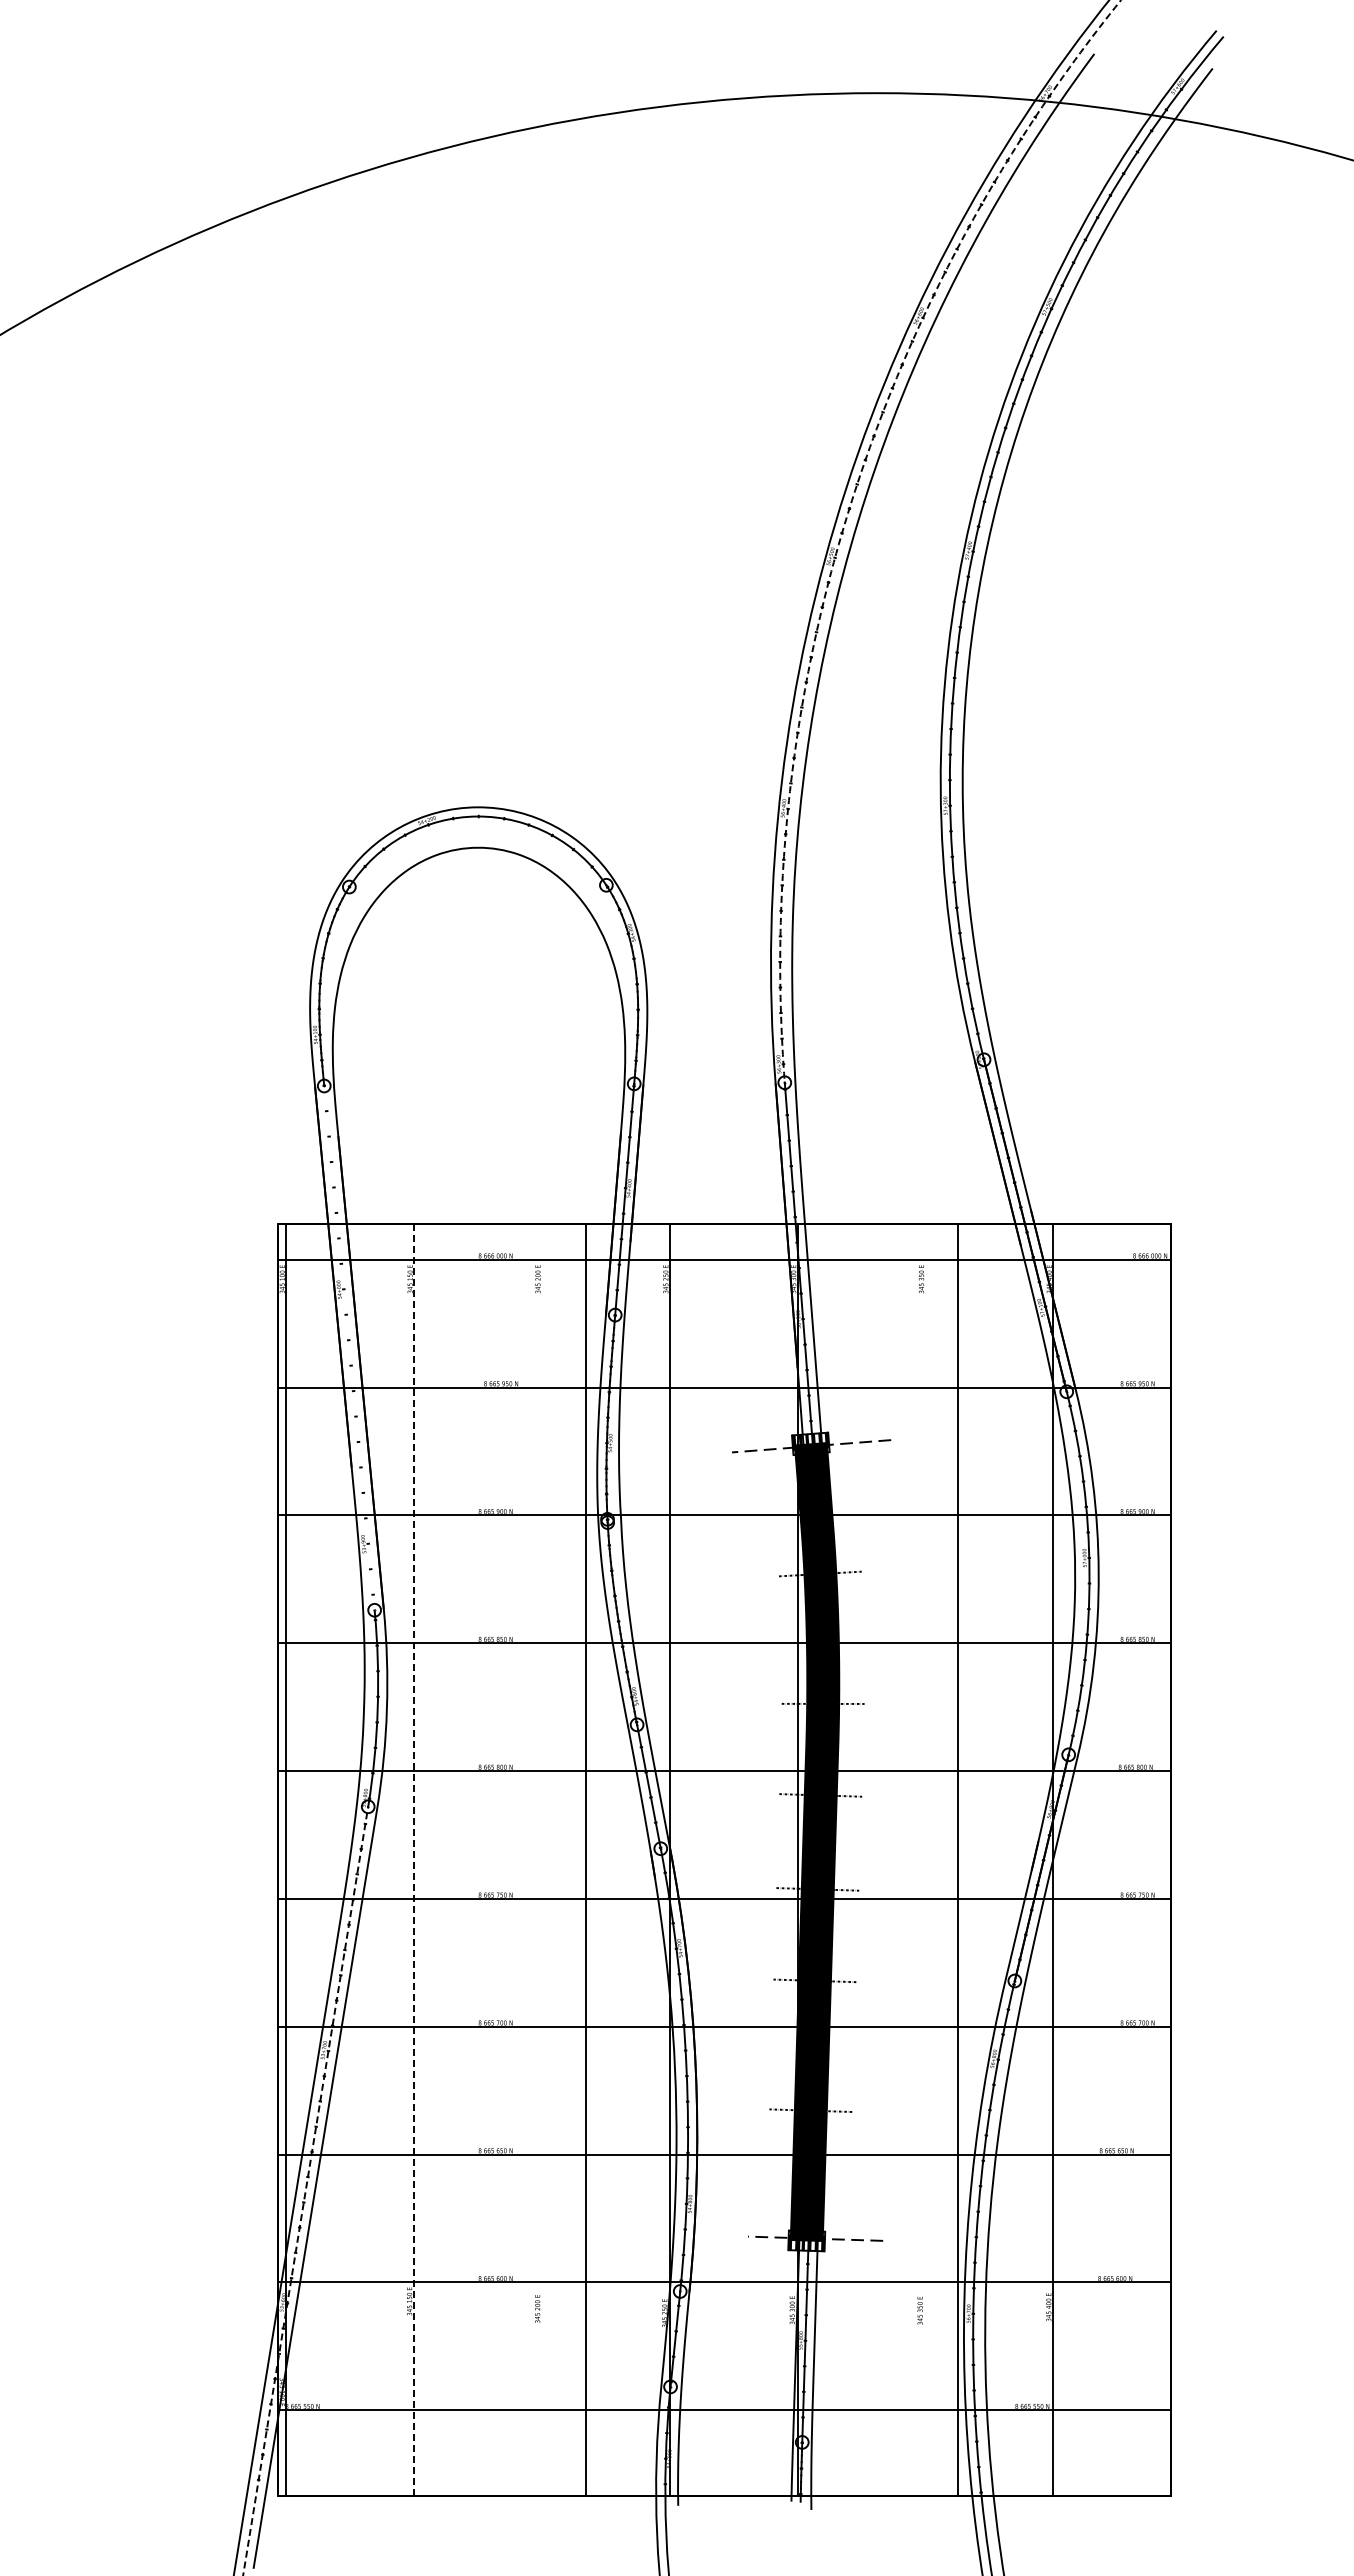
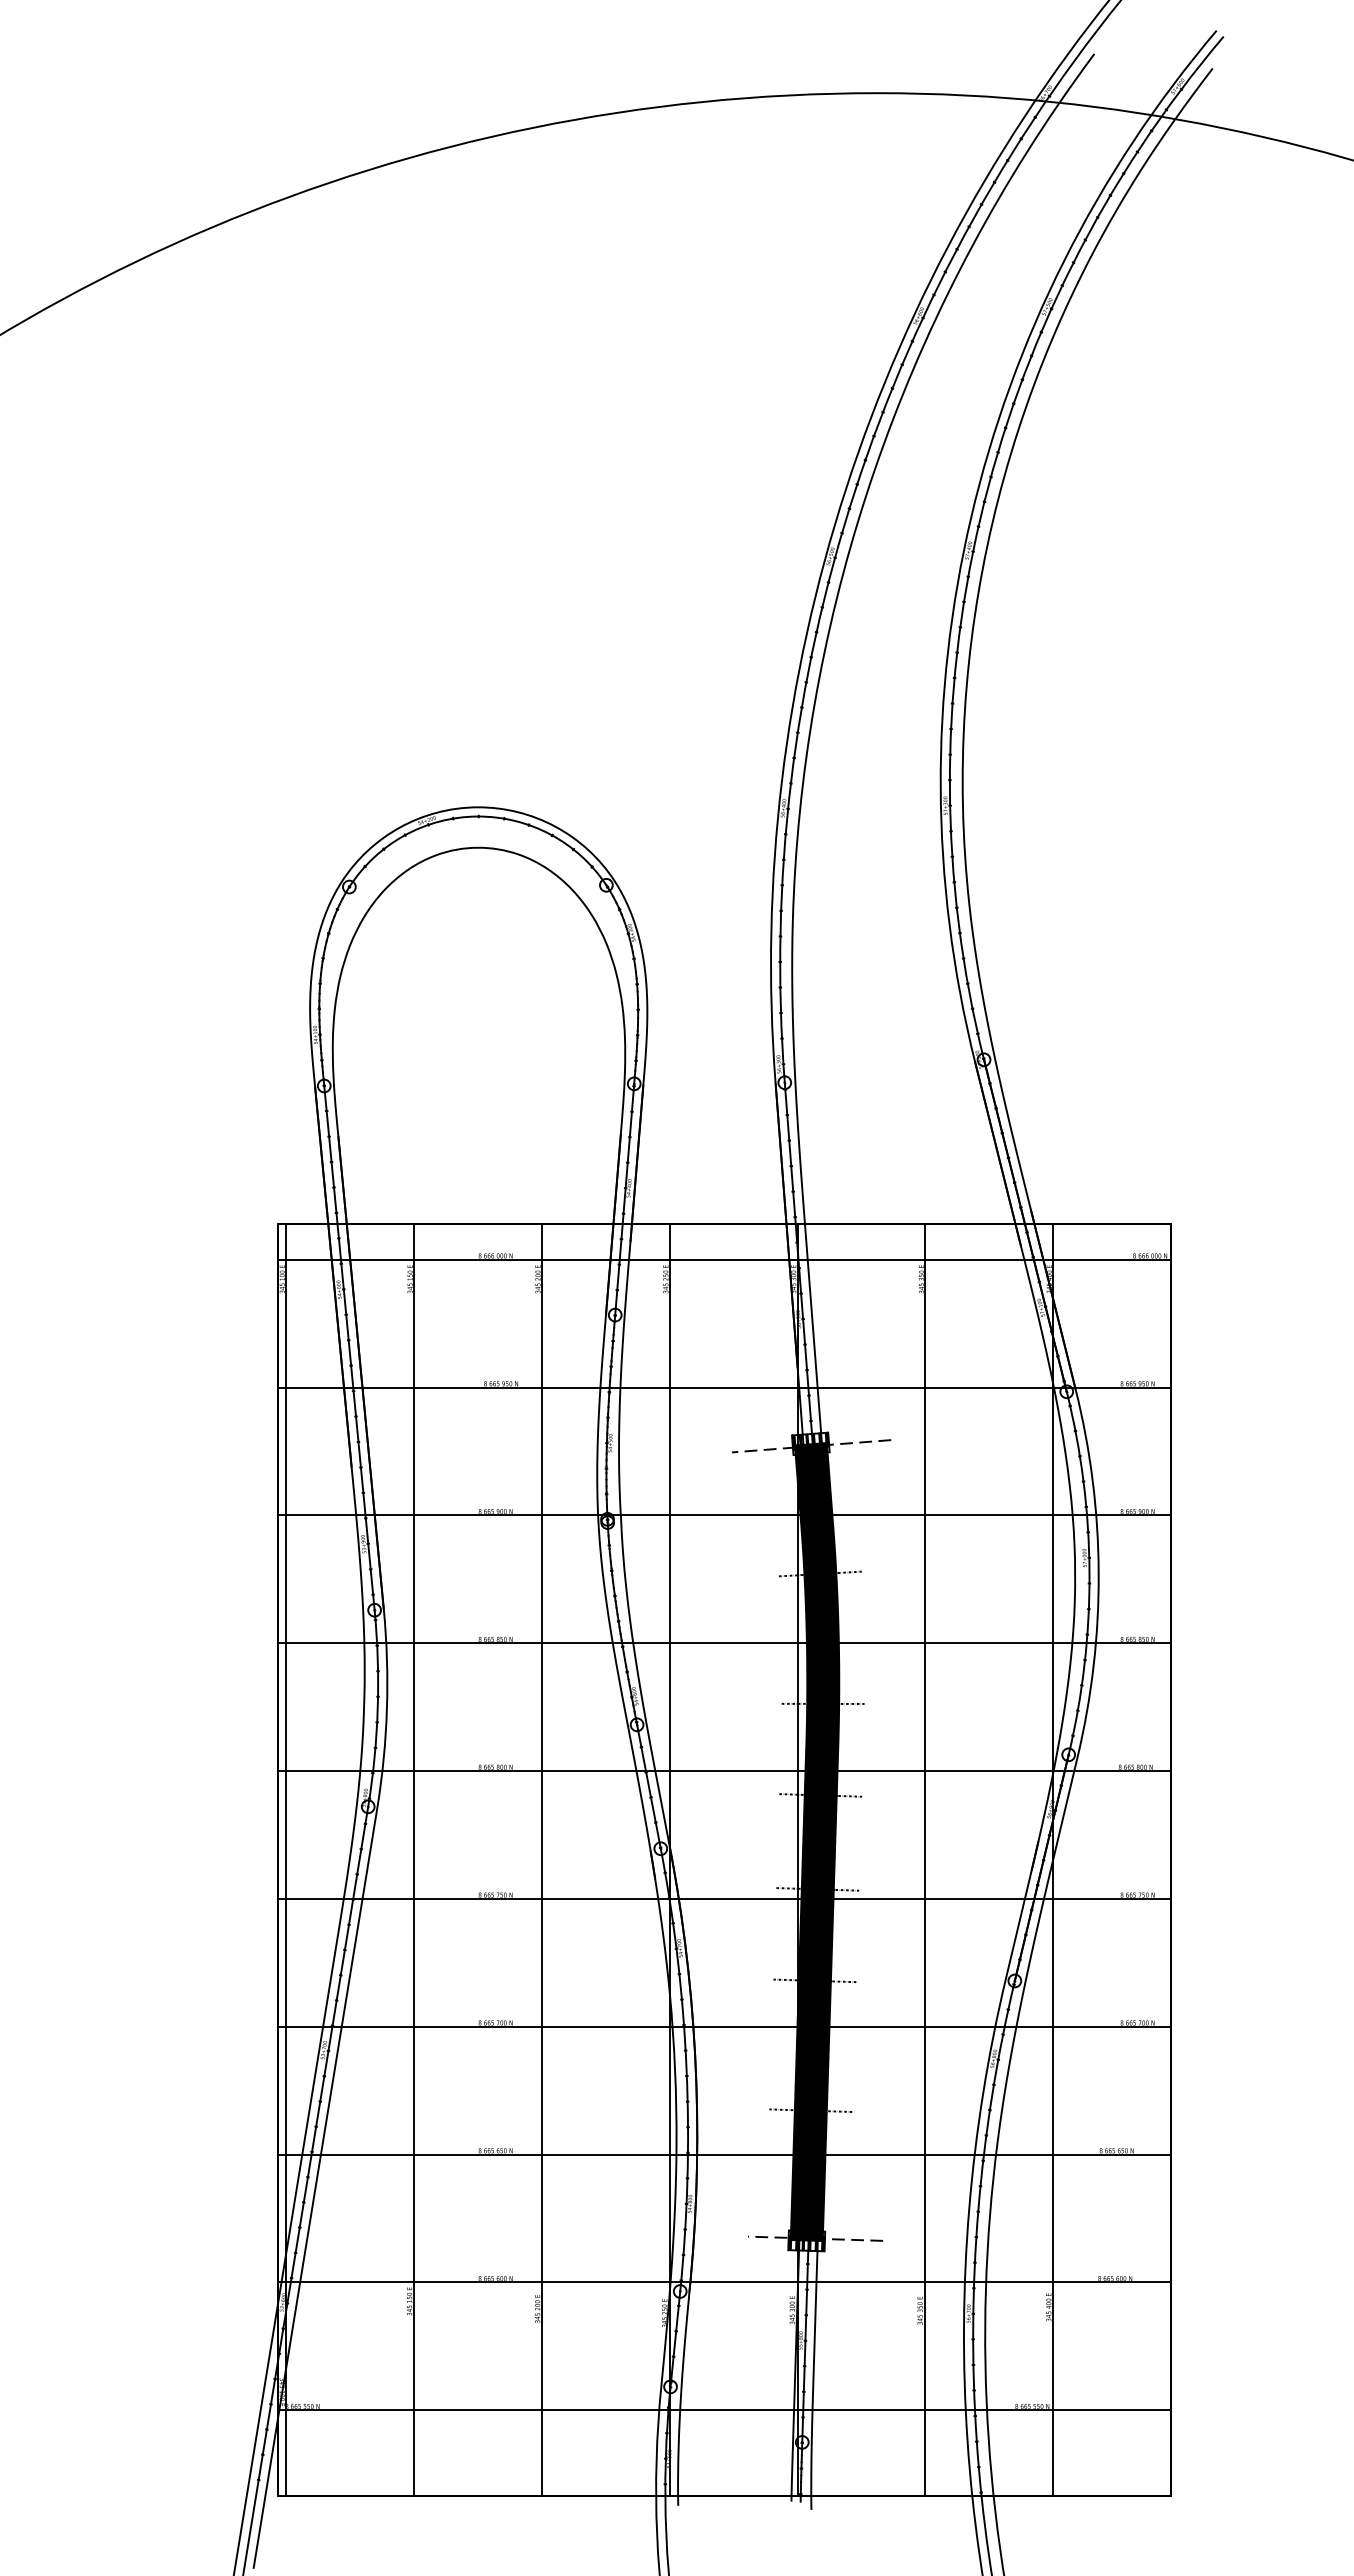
arc at (849, 508): dashed -> solid
line at (349, 1348): none -> present
line at (413, 1859): dashed -> solid
line at (585, 1859) position: (585, 1859) -> (541, 1859)
line at (958, 1859) position: (958, 1859) -> (925, 1859)
line at (305, 2190): dashed -> solid
